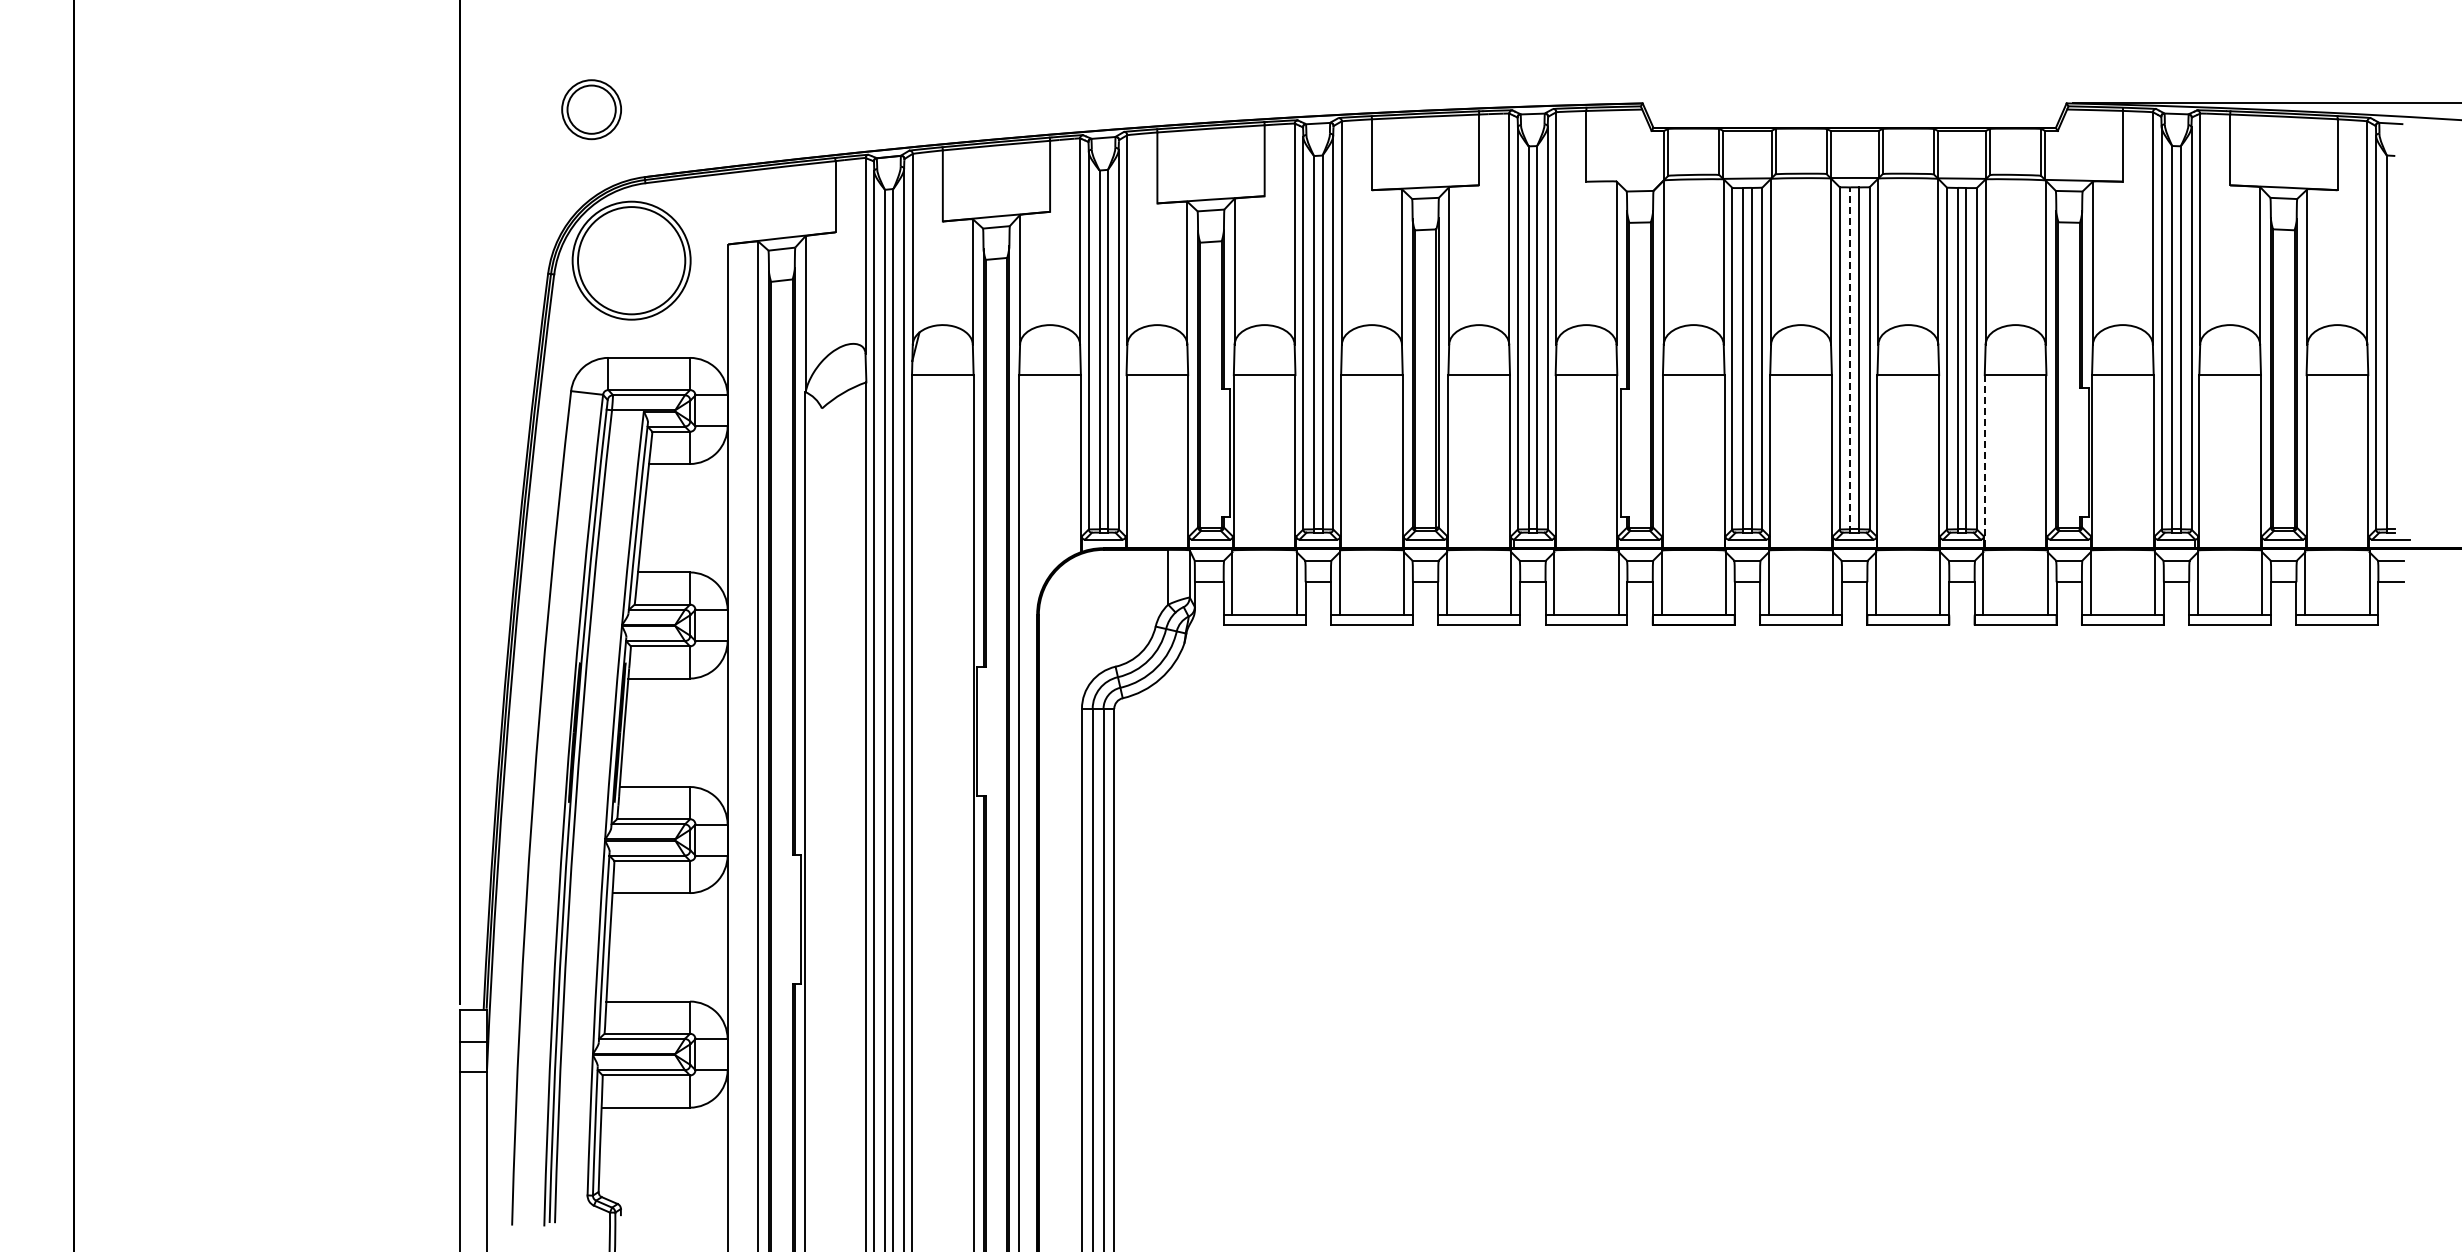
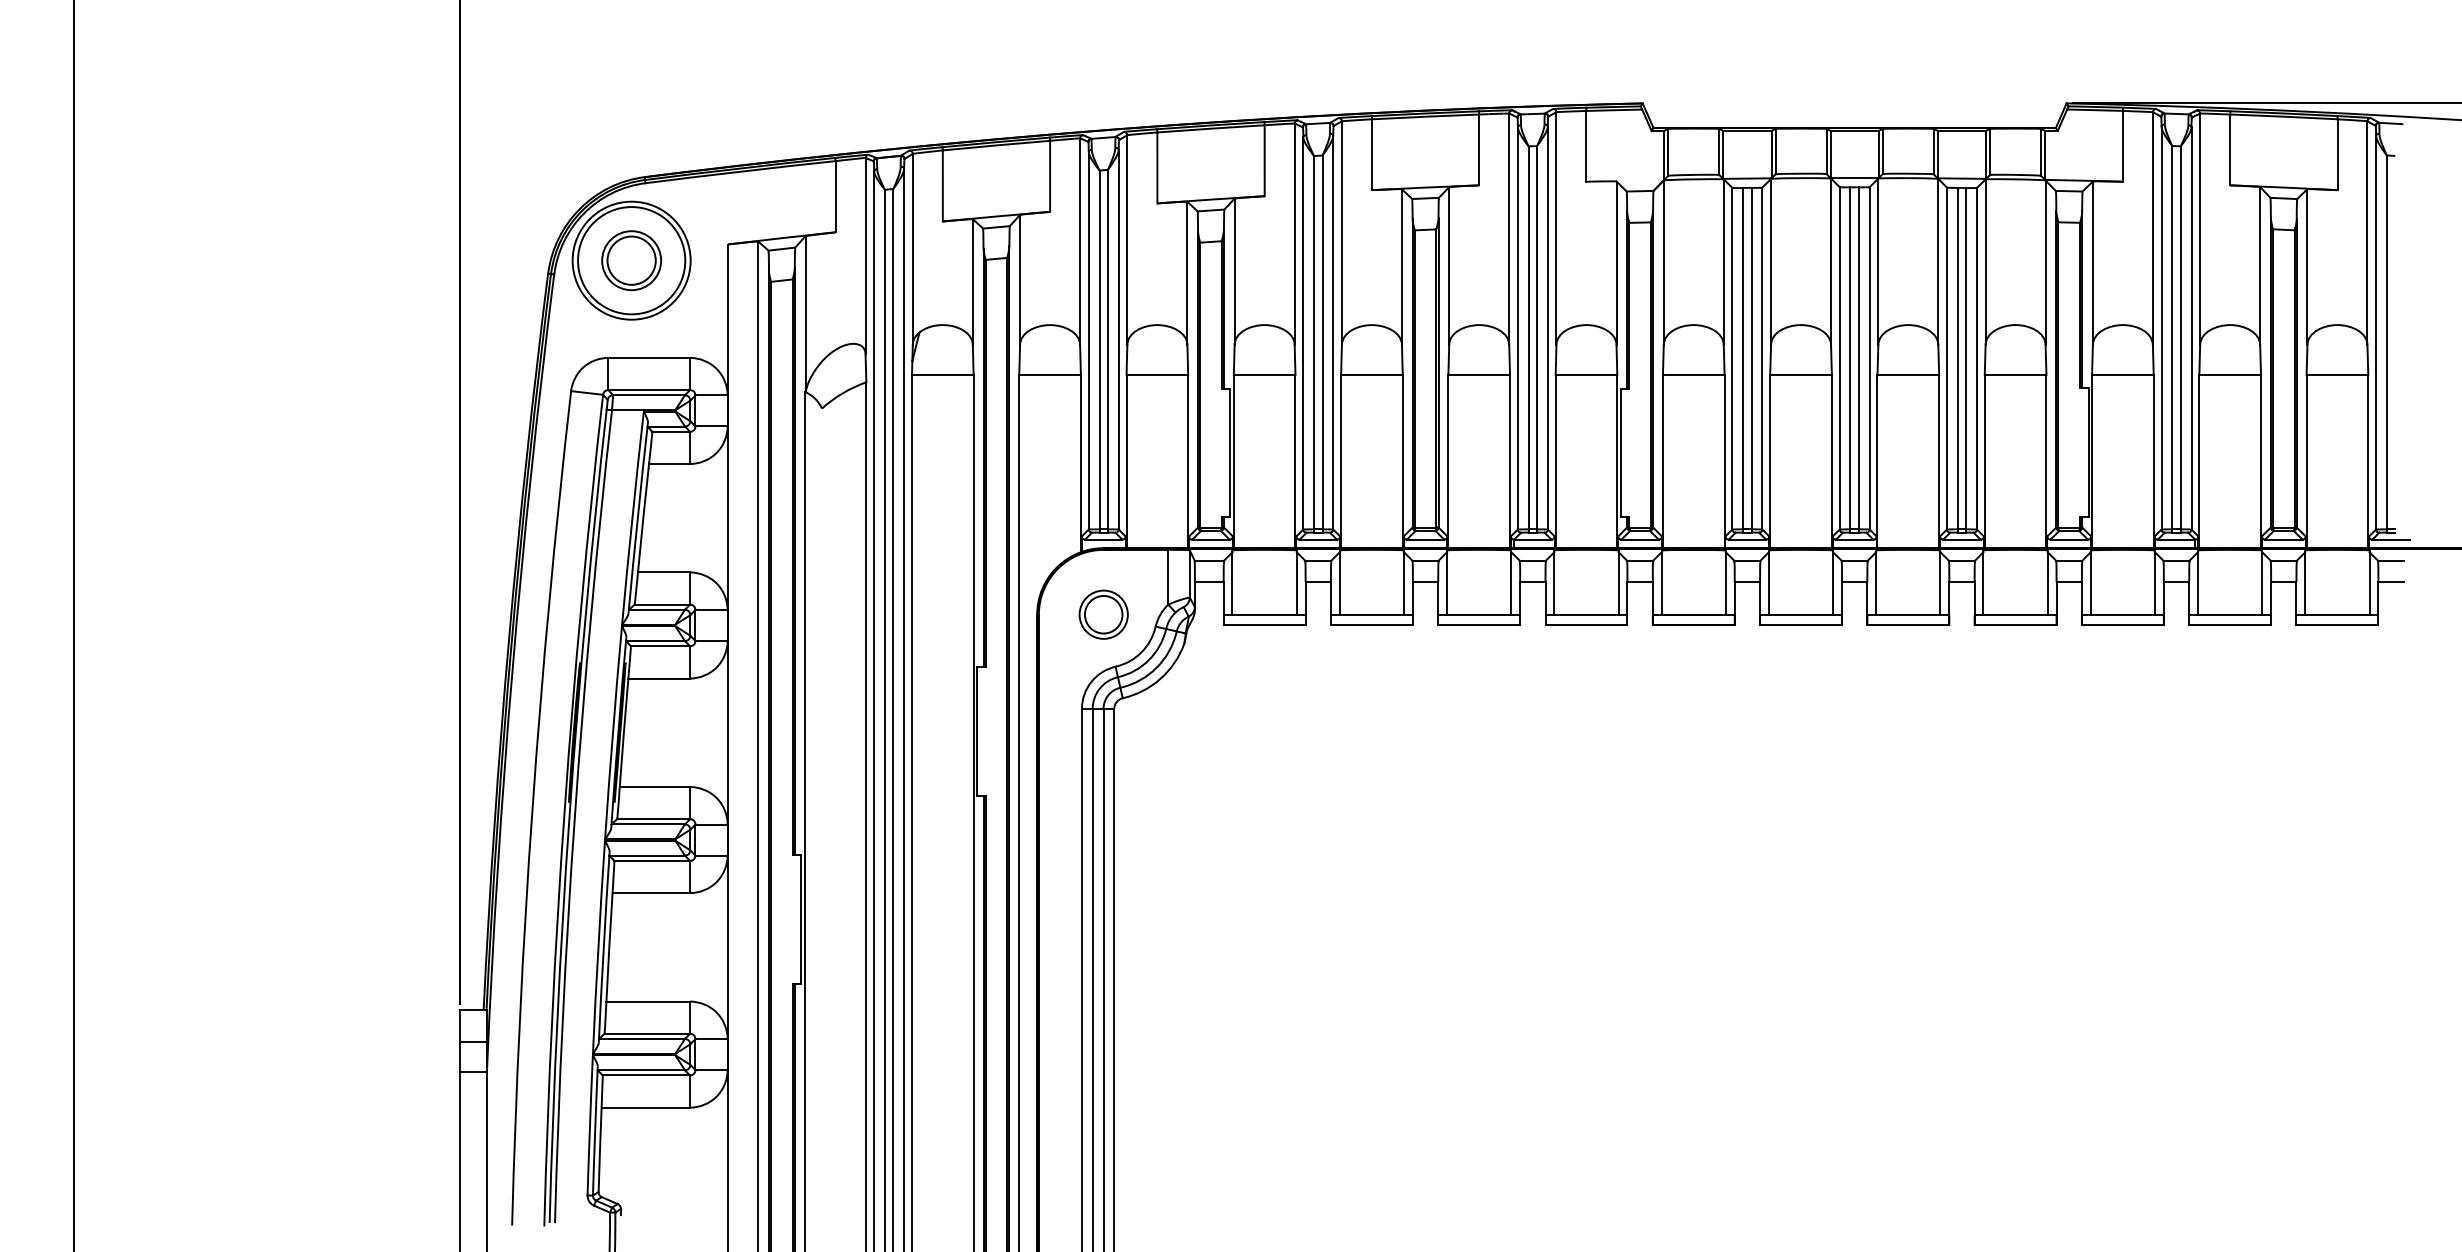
part at (591, 109) position: (591, 109) -> (631, 260)
line at (1850, 359): dashed -> solid
line at (1984, 461): dashed -> solid
part at (1103, 614): none -> present
